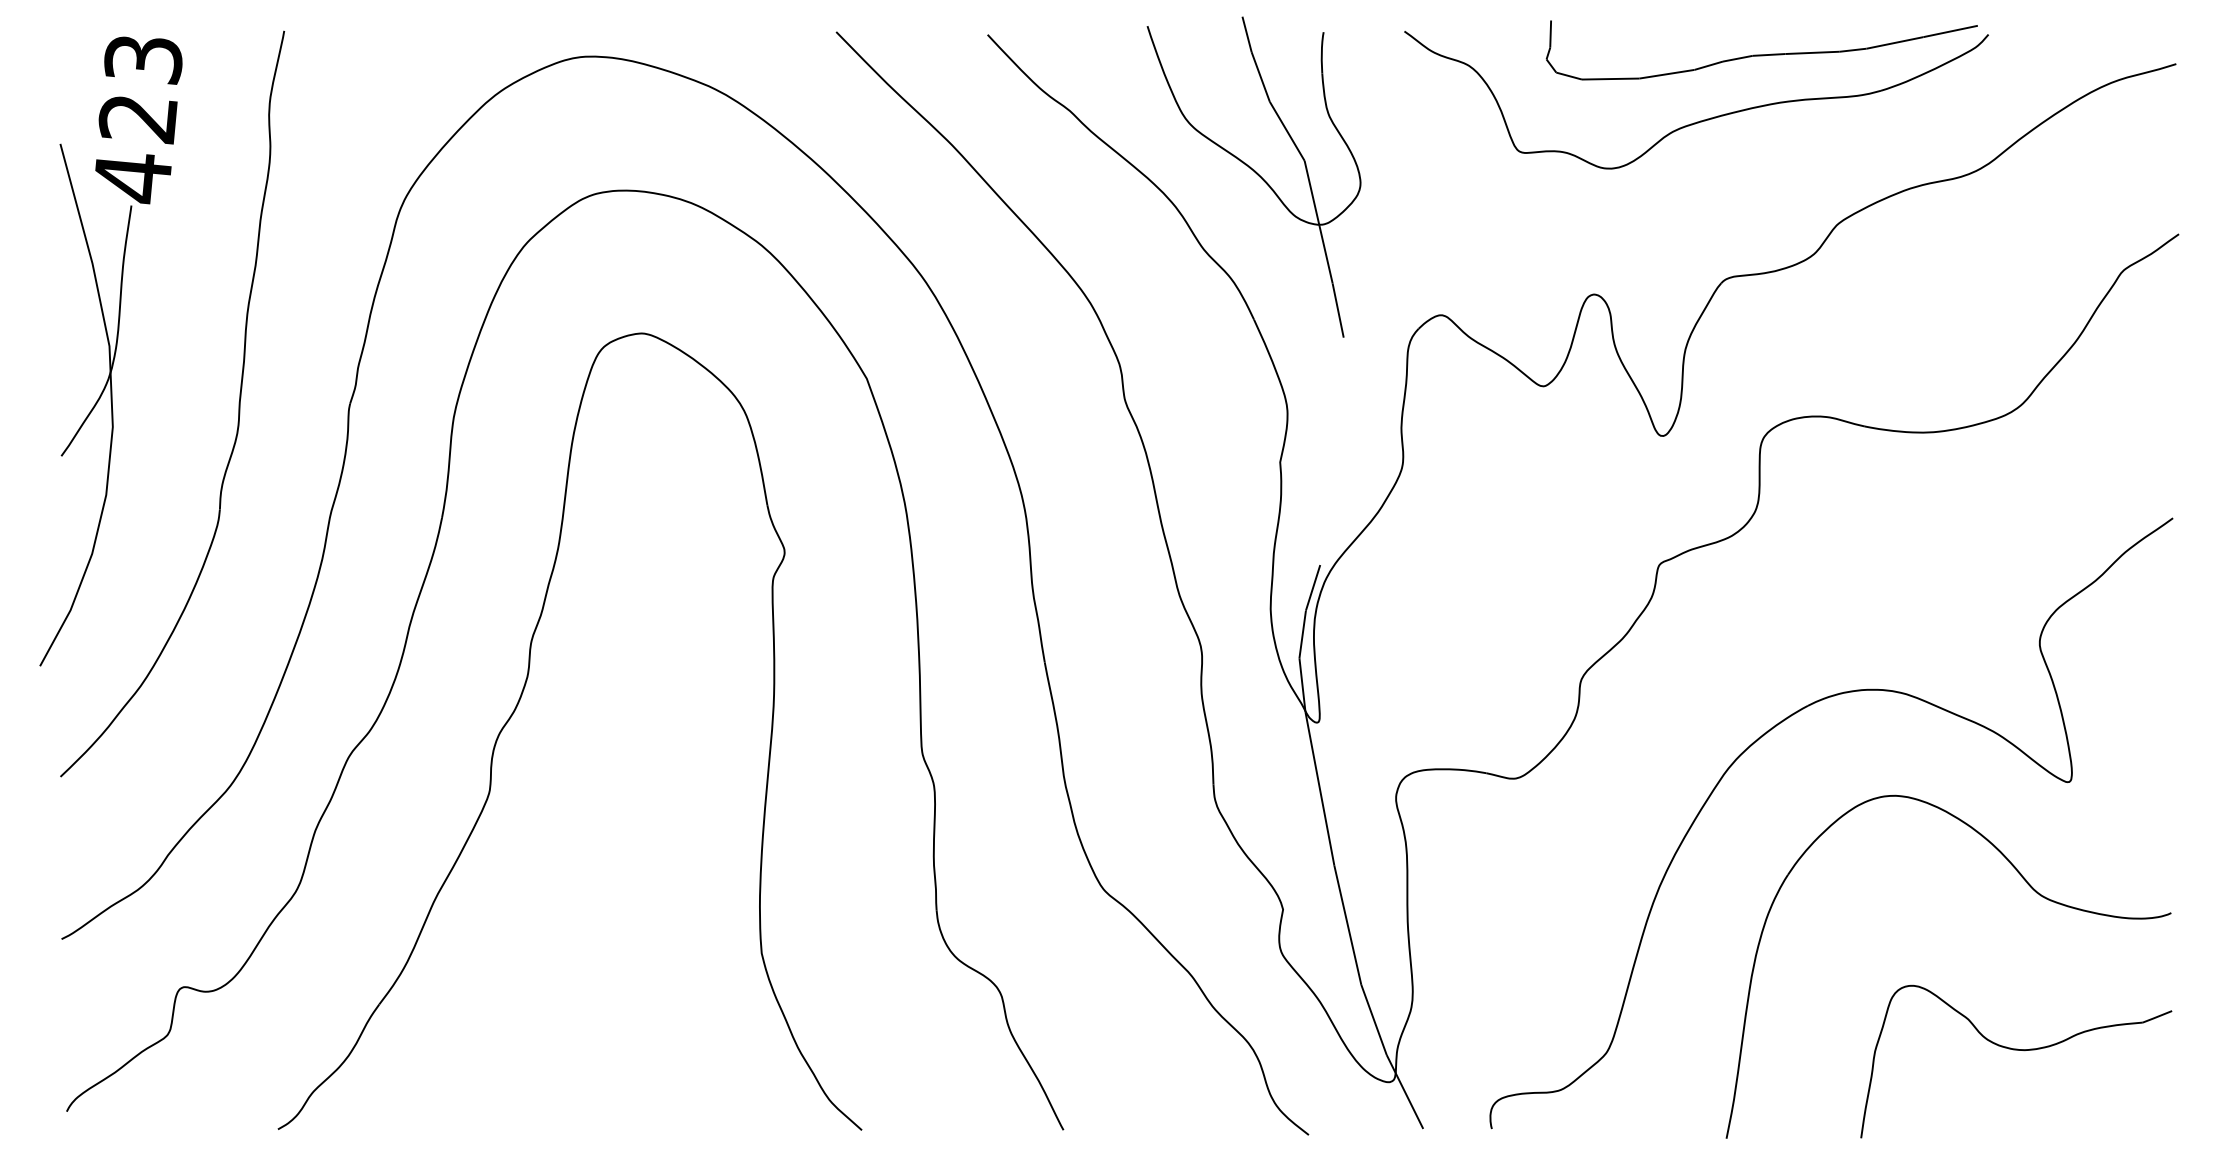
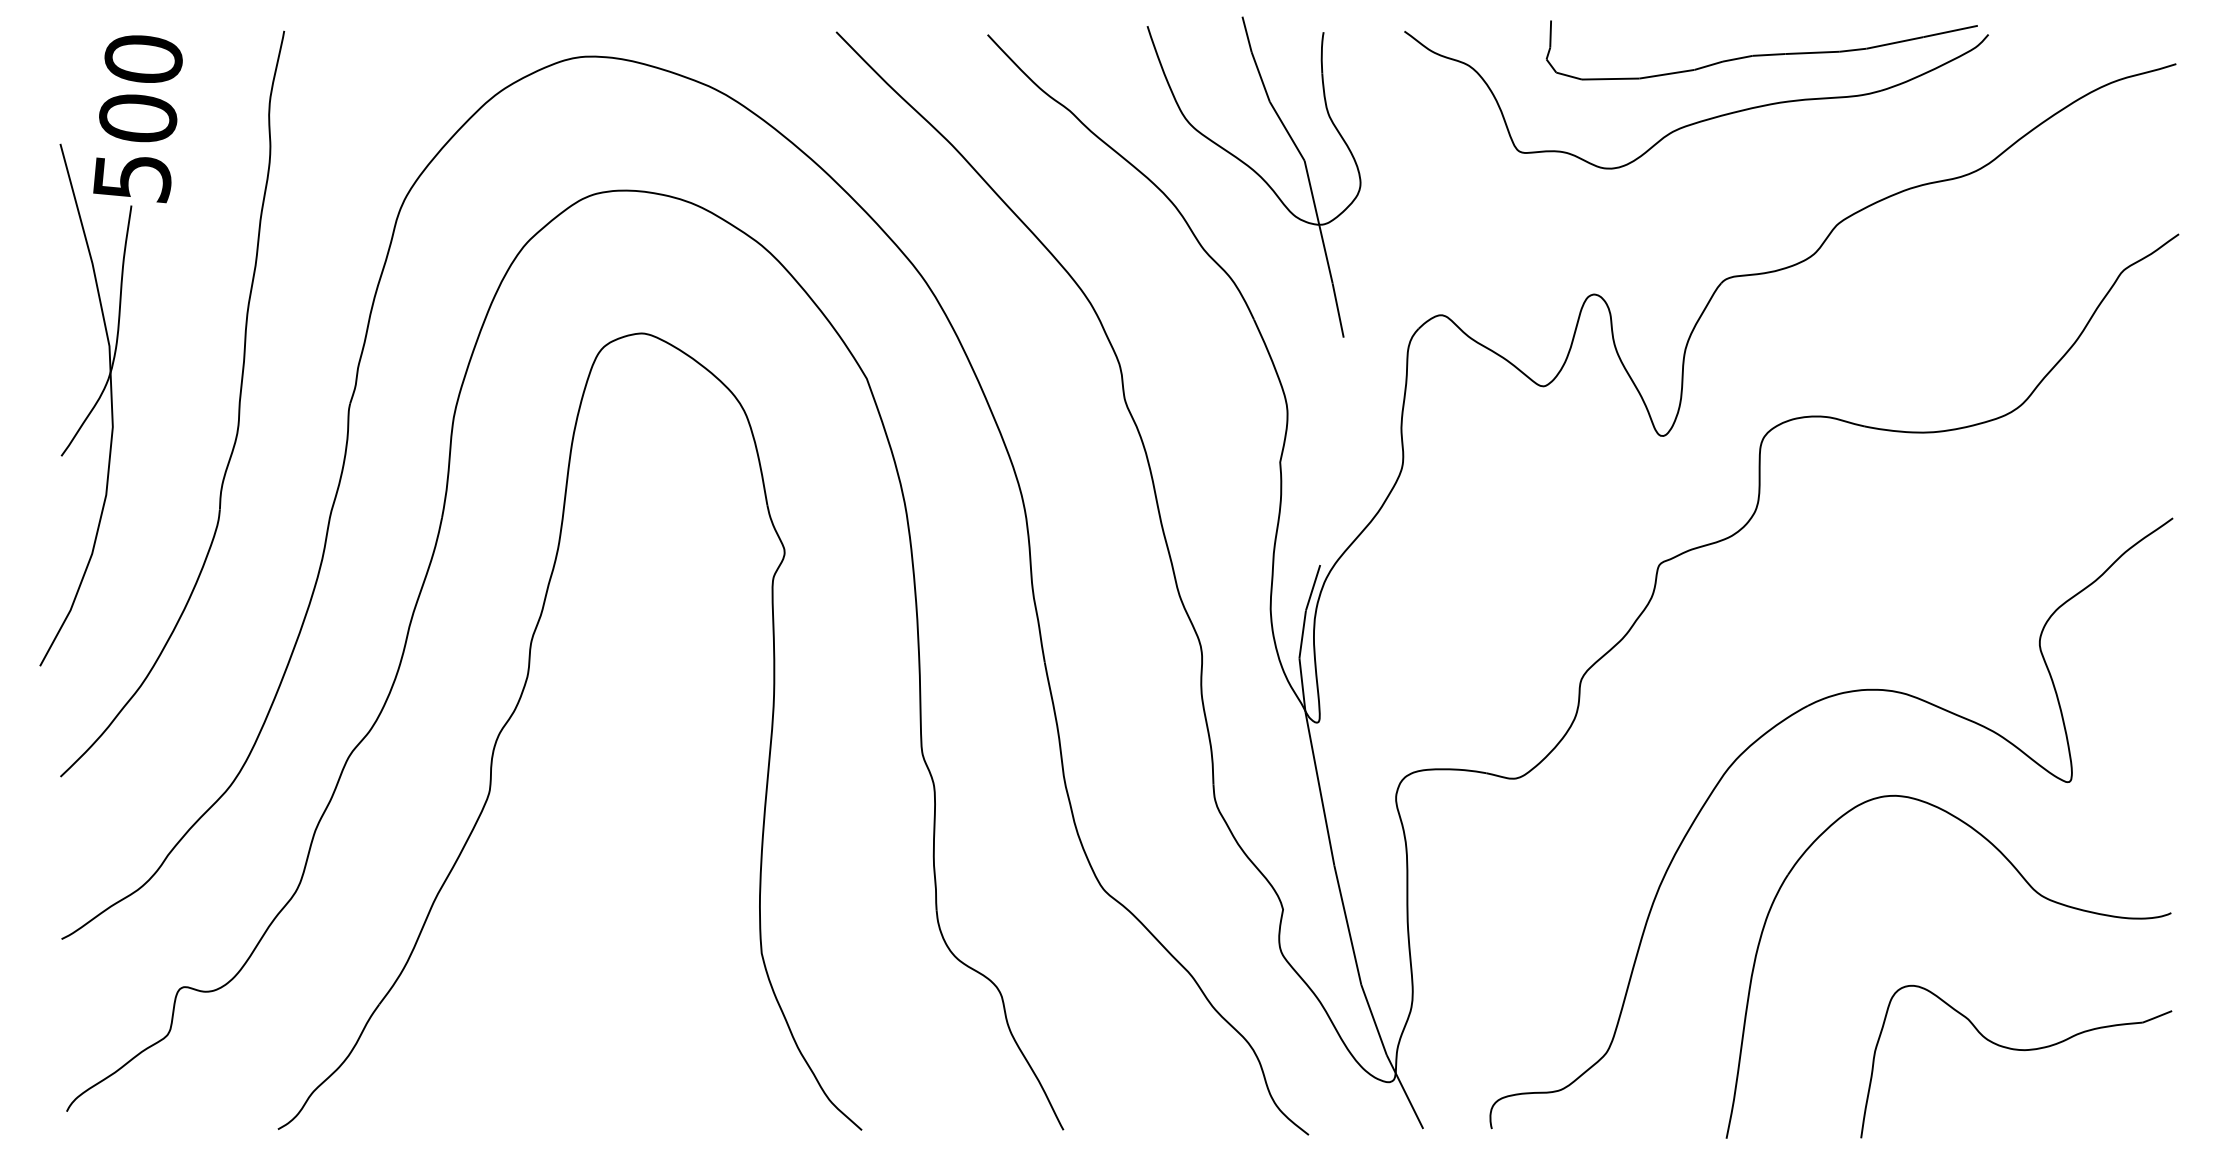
text at (137, 119): 423 -> 500
